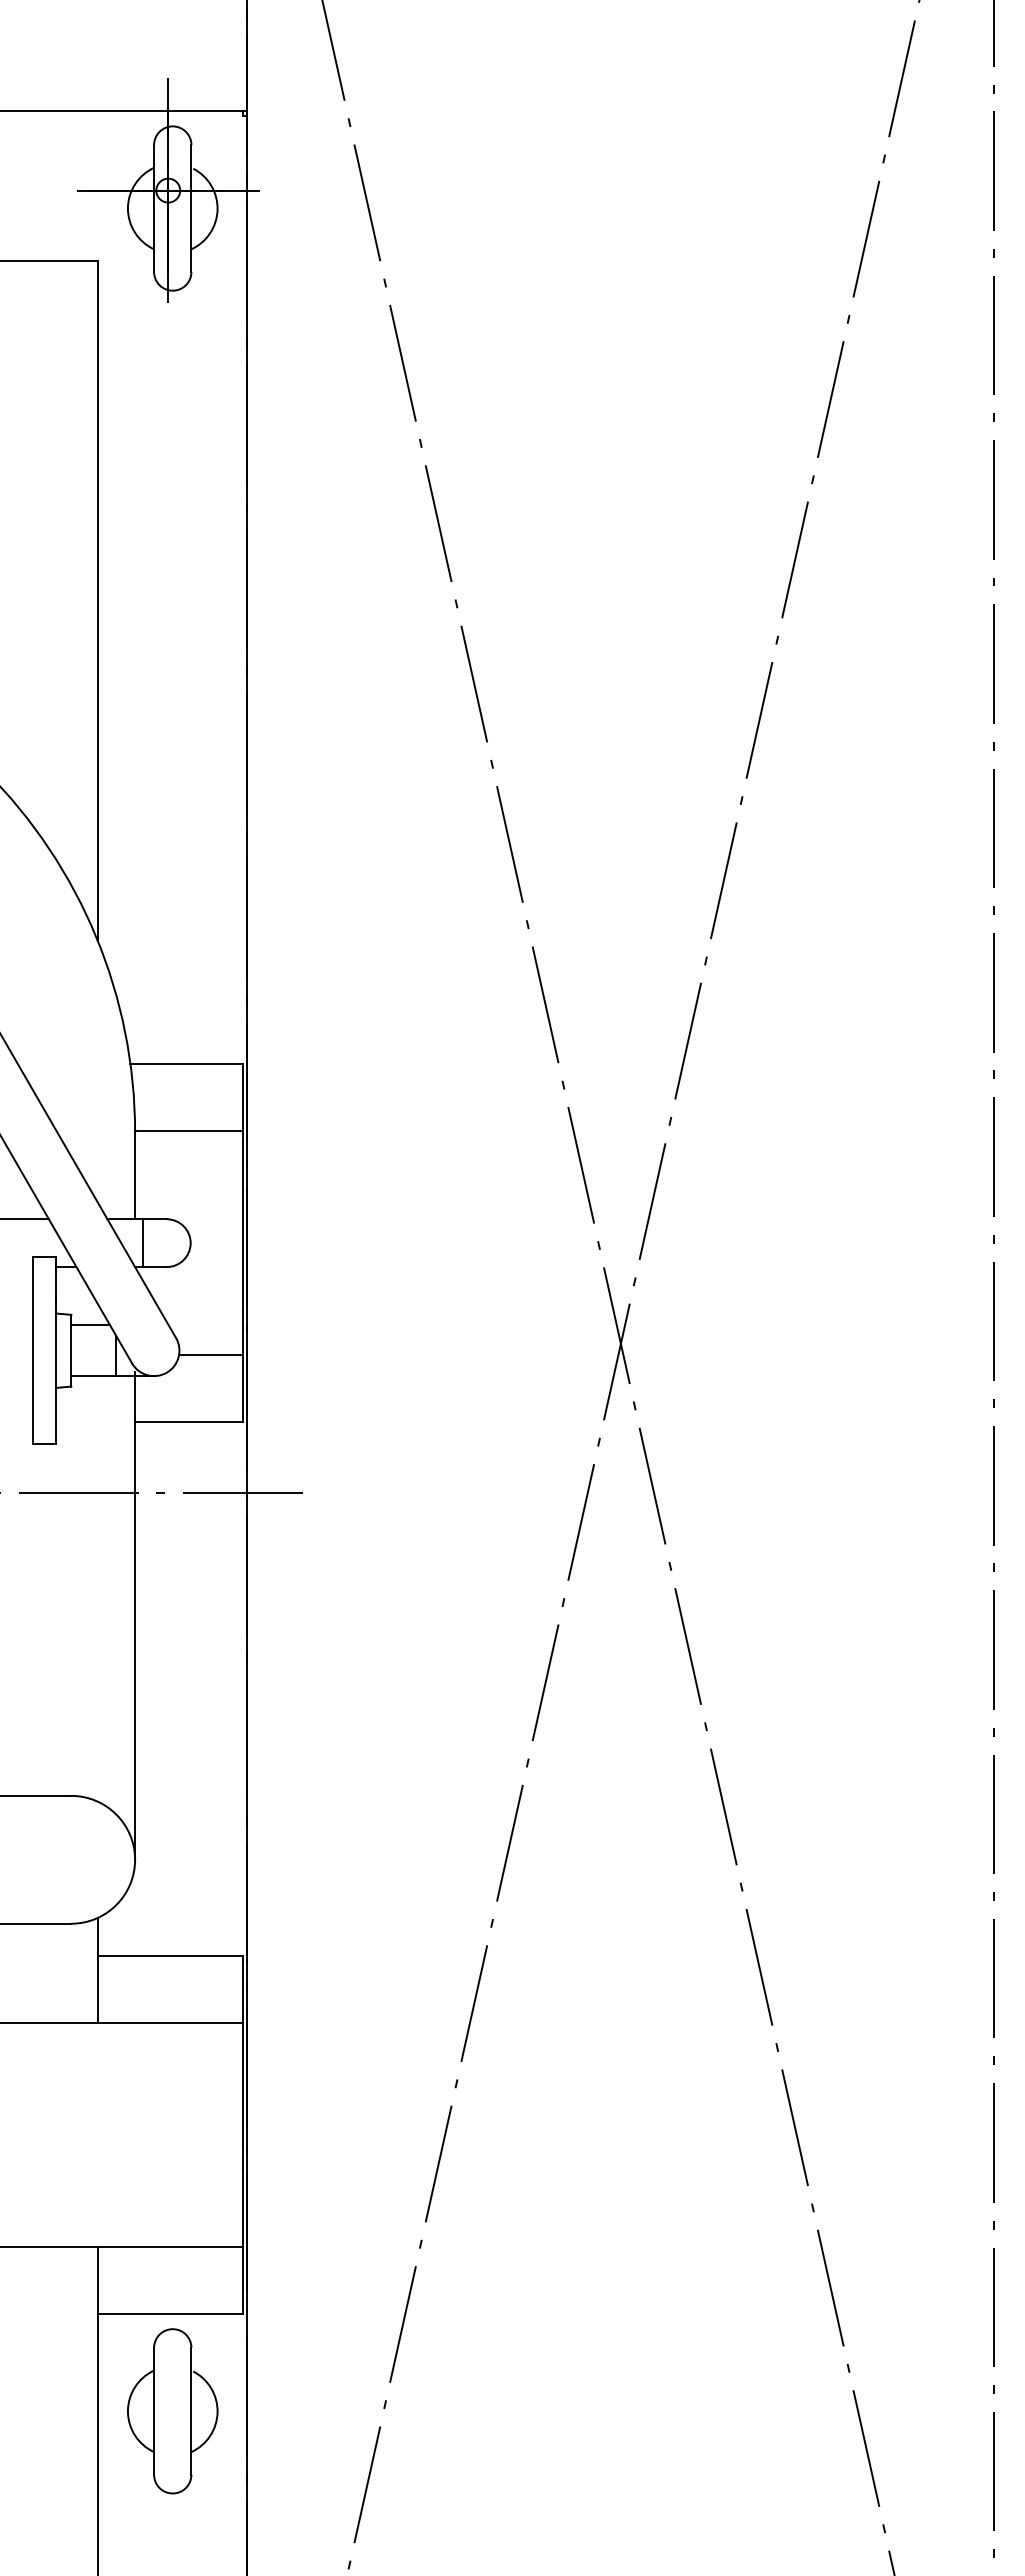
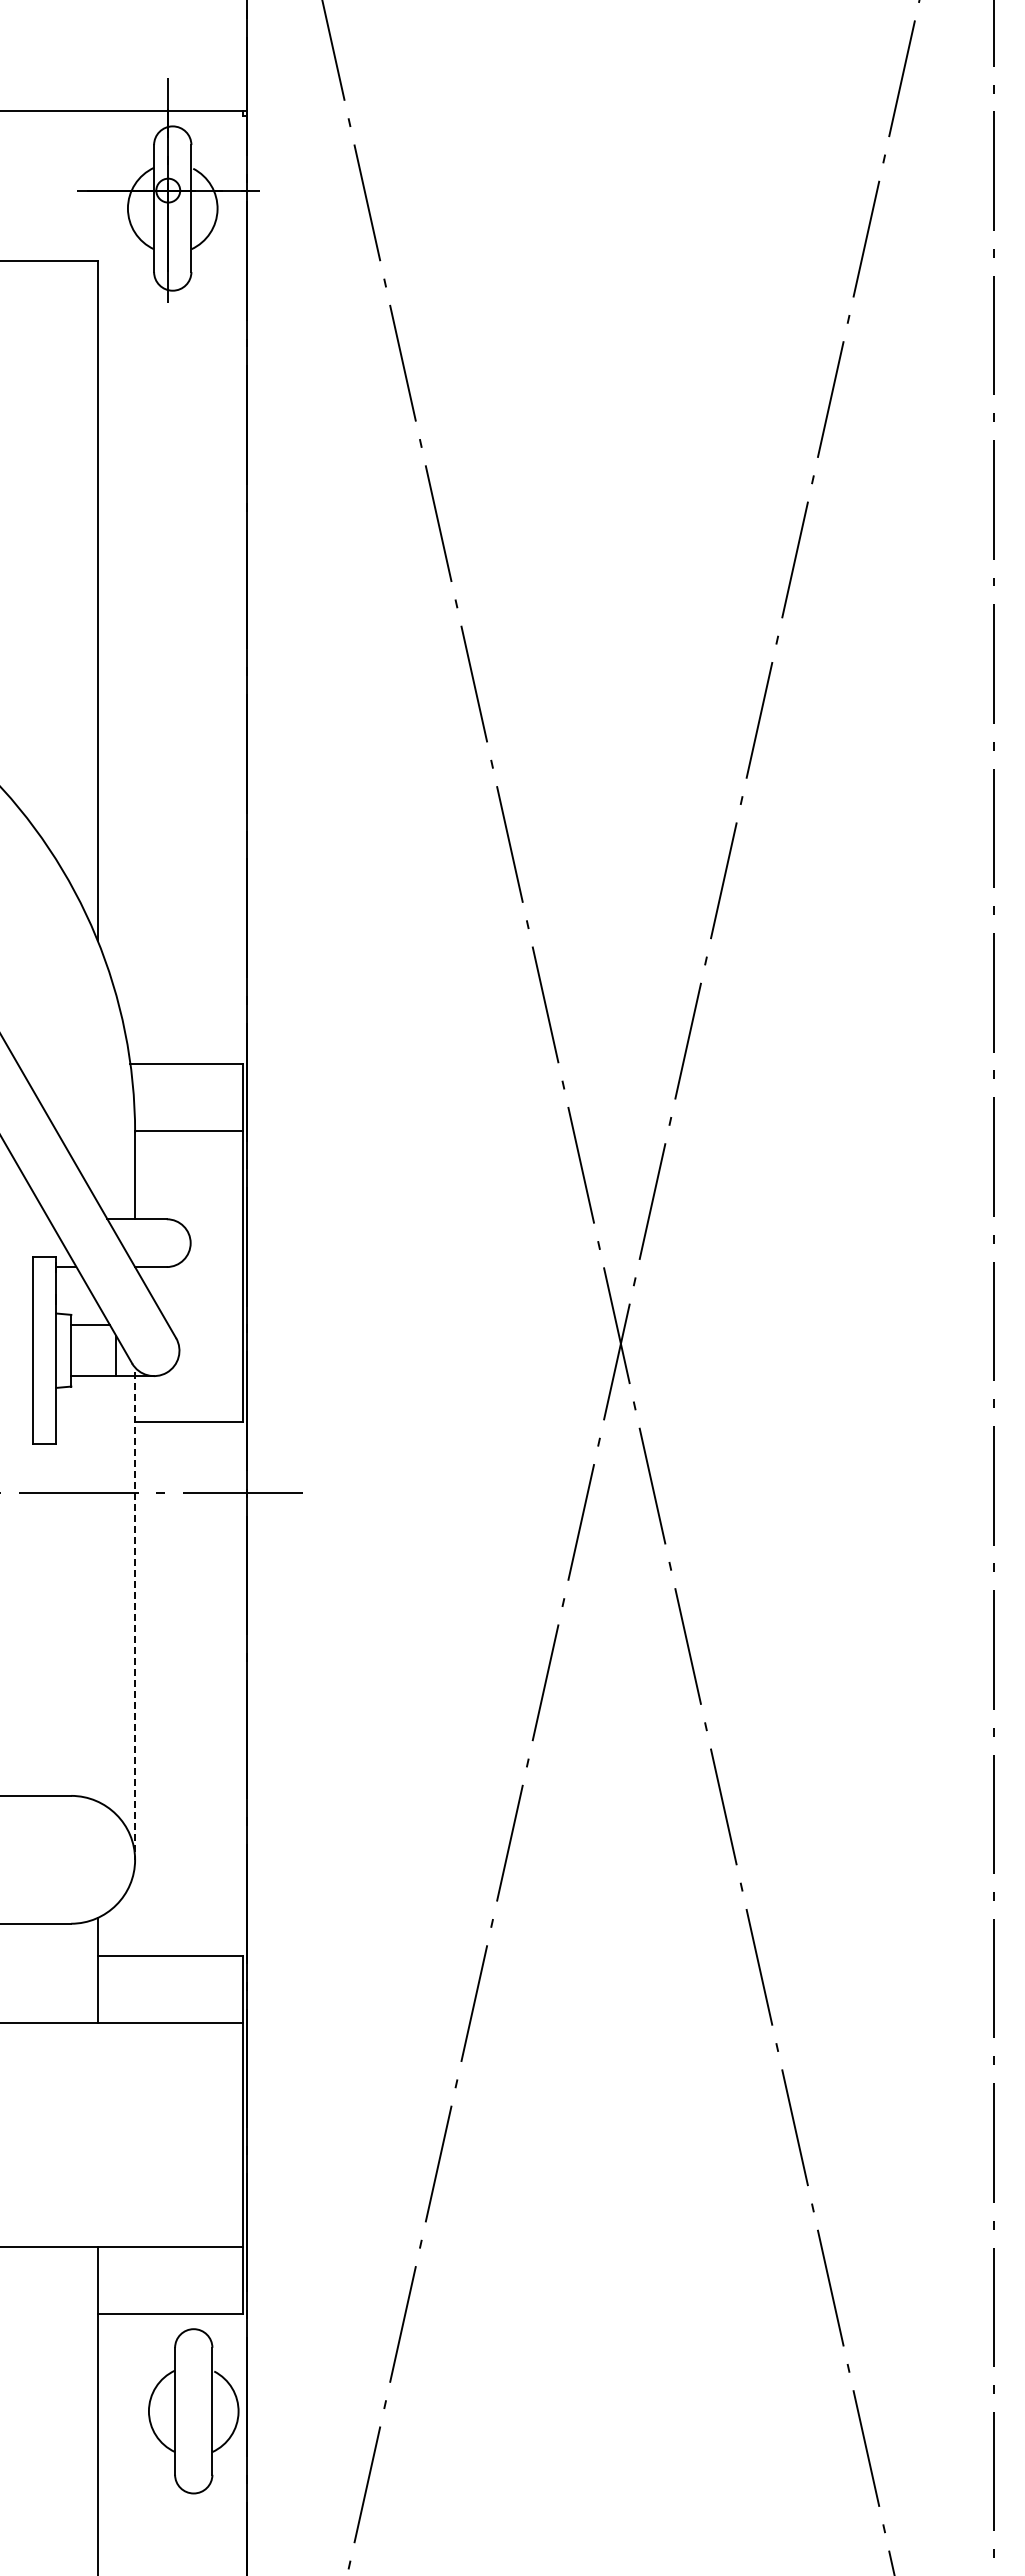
line at (25, 1219): present -> none
line at (142, 1243): present -> none
line at (210, 1355): present -> none
line at (135, 1616): solid -> dashed
part at (172, 2411) position: (172, 2411) -> (193, 2411)
